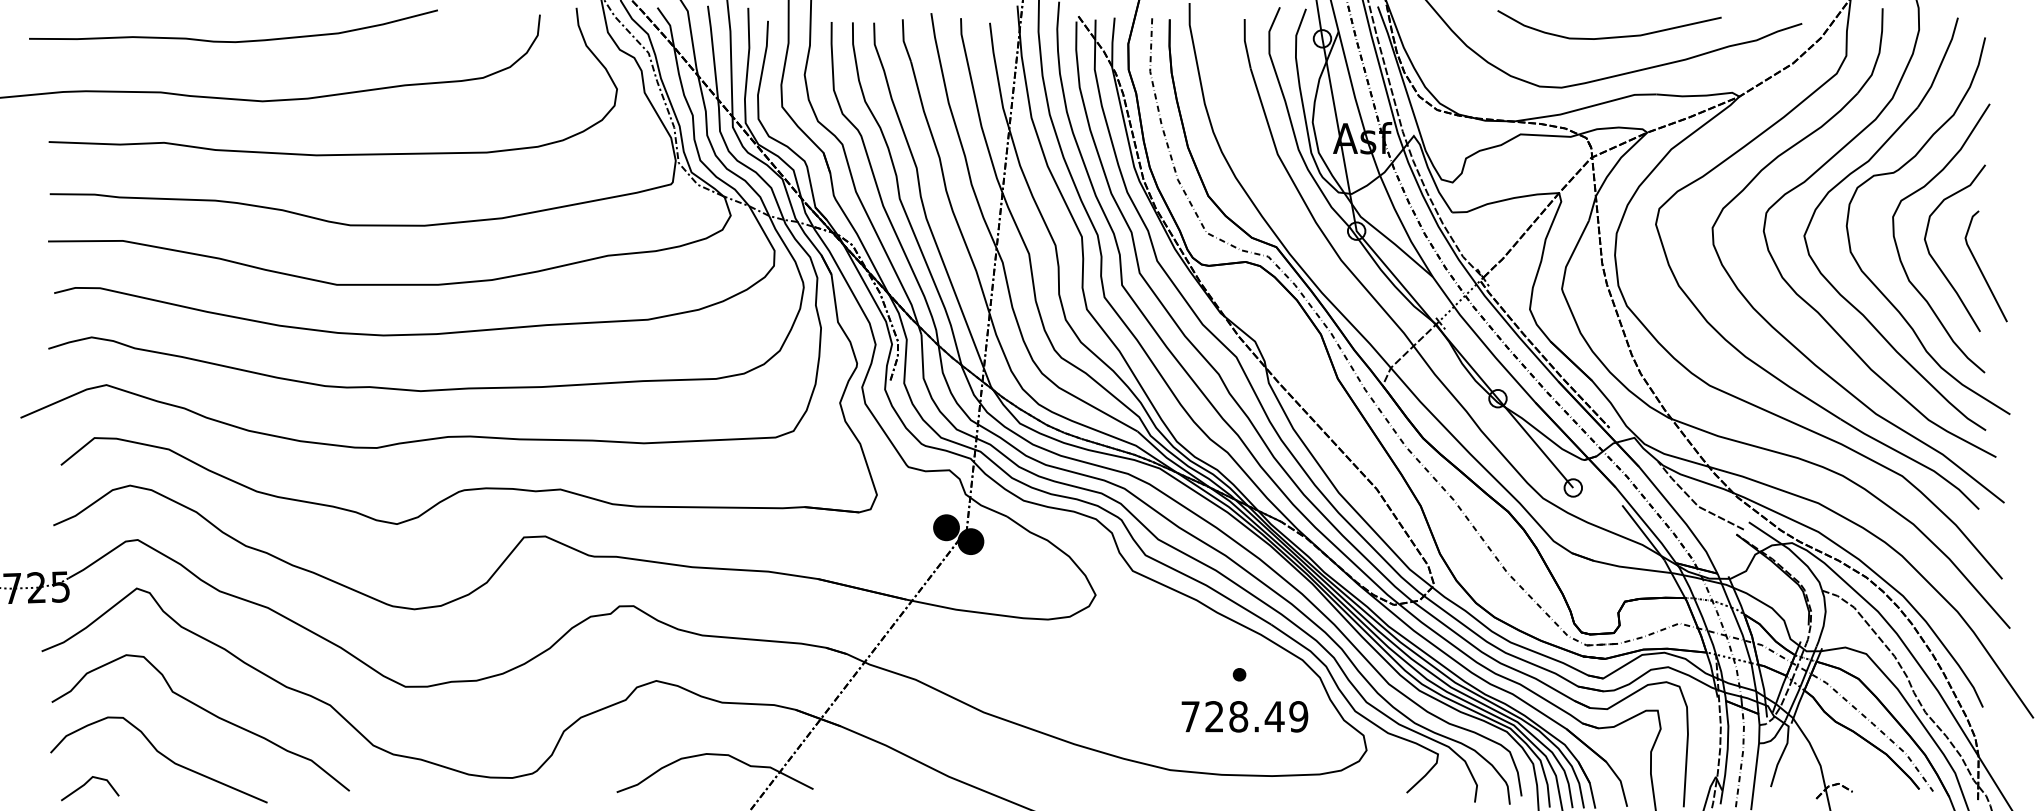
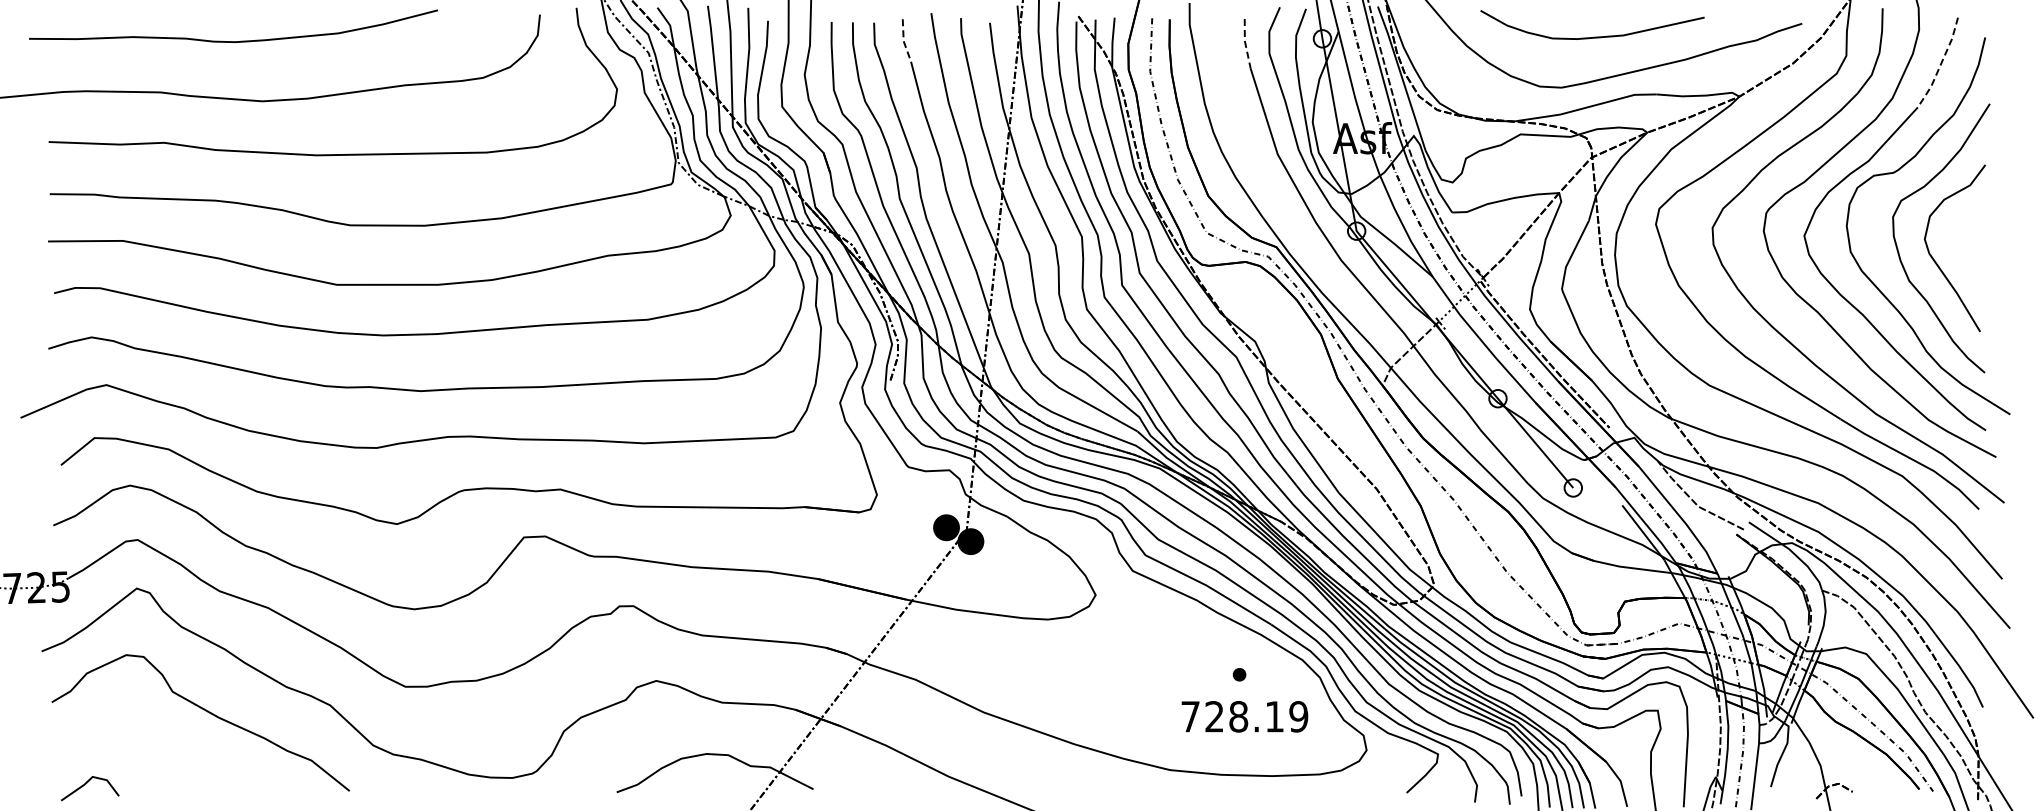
curve at (1610, 36) position: (1610, 36) -> (1593, 36)
line at (903, 41): solid -> dashed
line at (1245, 43): solid -> dashed
line at (1941, 64): solid -> dashed
line at (1981, 269): present -> none
text at (1274, 716): 728.49 -> 728.19
curve at (161, 755): present -> none
